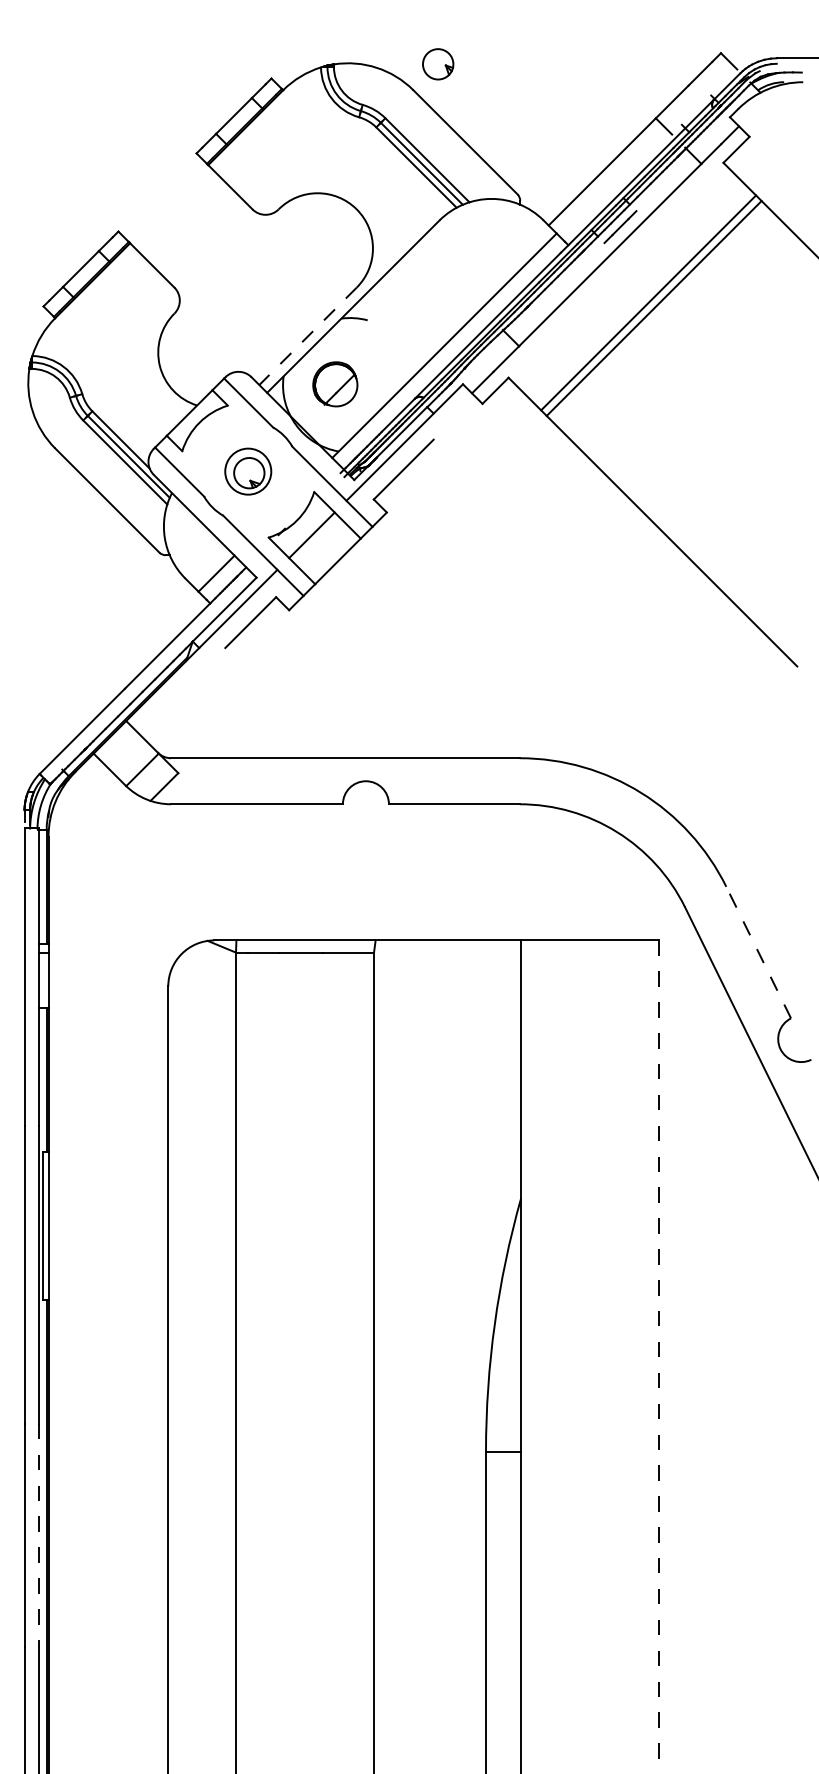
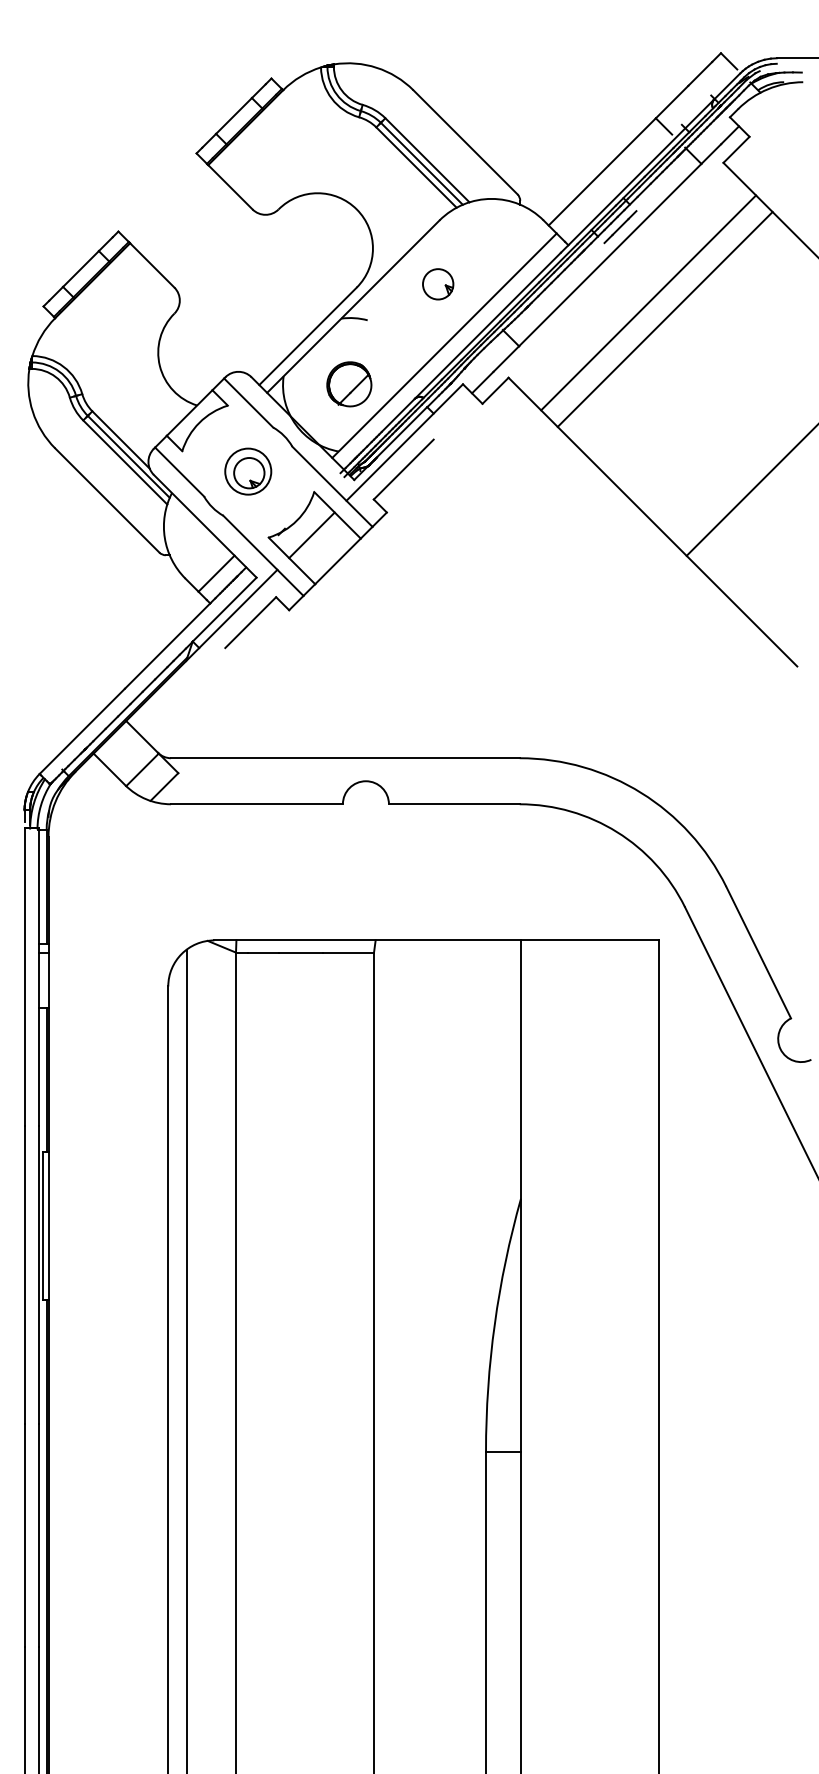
part at (438, 64) position: (438, 64) -> (438, 284)
line at (653, 308) position: (653, 308) -> (664, 319)
line at (308, 336): dashed -> solid
part at (335, 384) position: (335, 384) -> (349, 384)
line at (750, 490): none -> present
line at (758, 952): dashed -> solid
line at (659, 1357): dashed -> solid
line at (186, 1359): none -> present
line at (39, 1535): dashed -> solid
